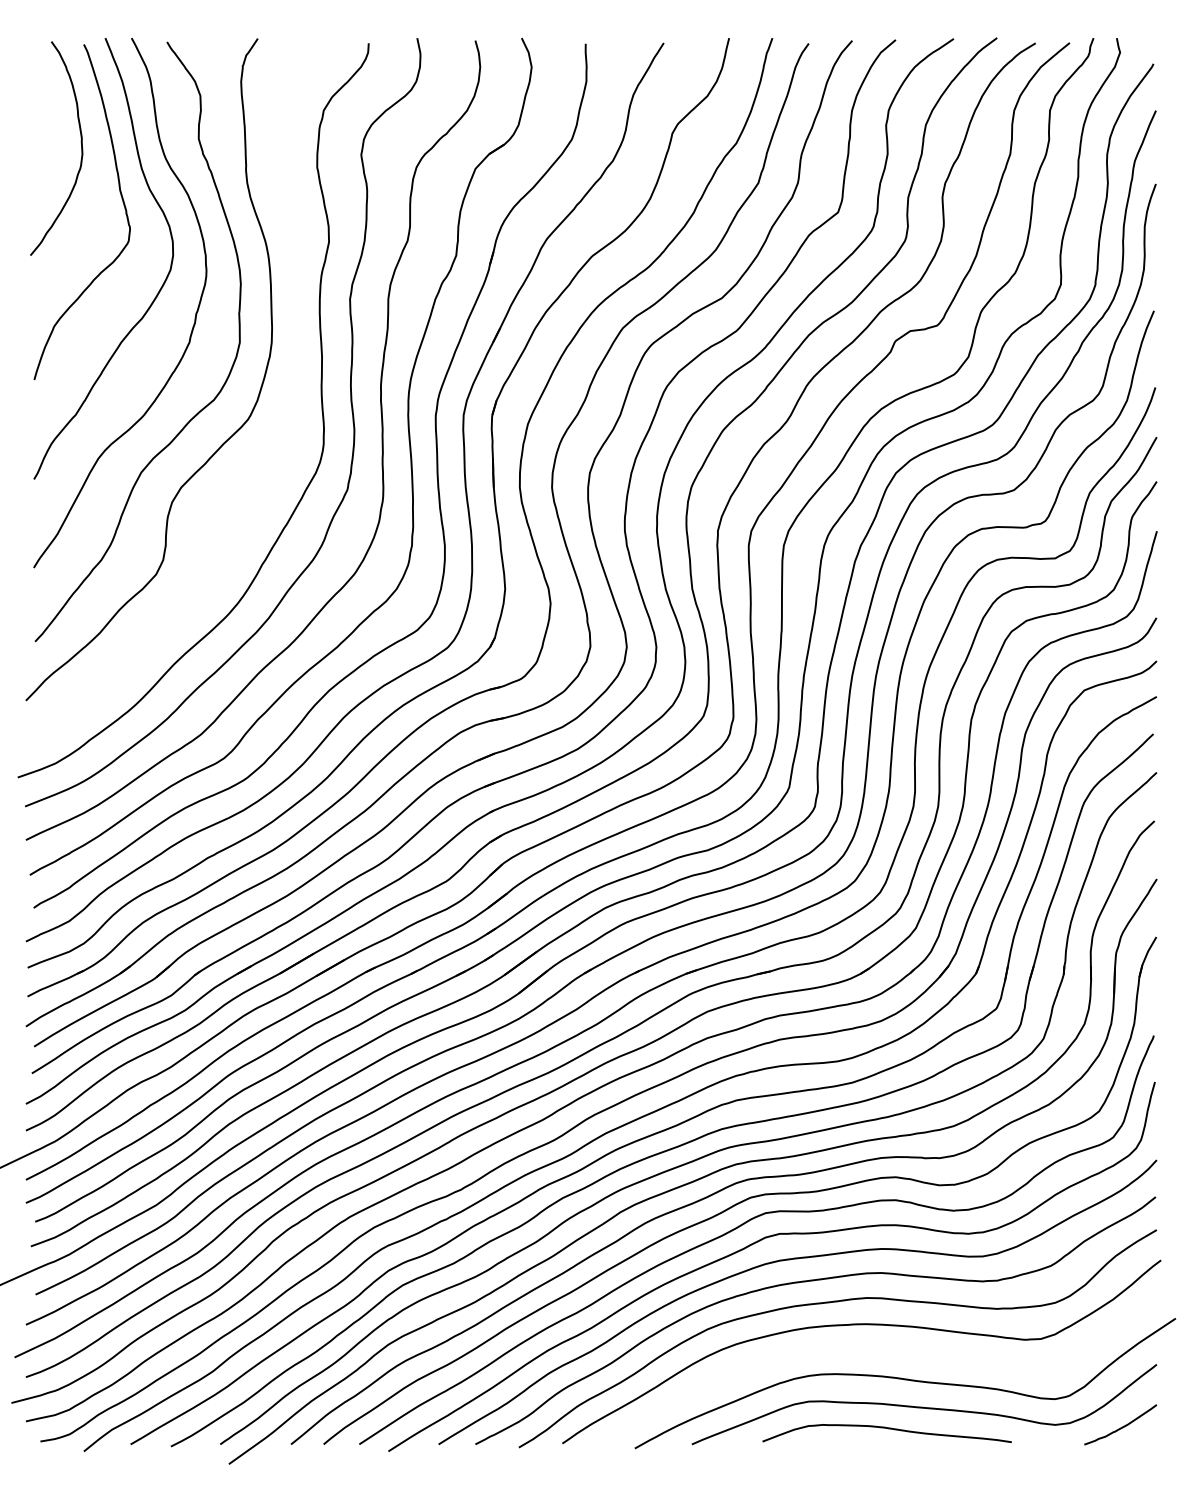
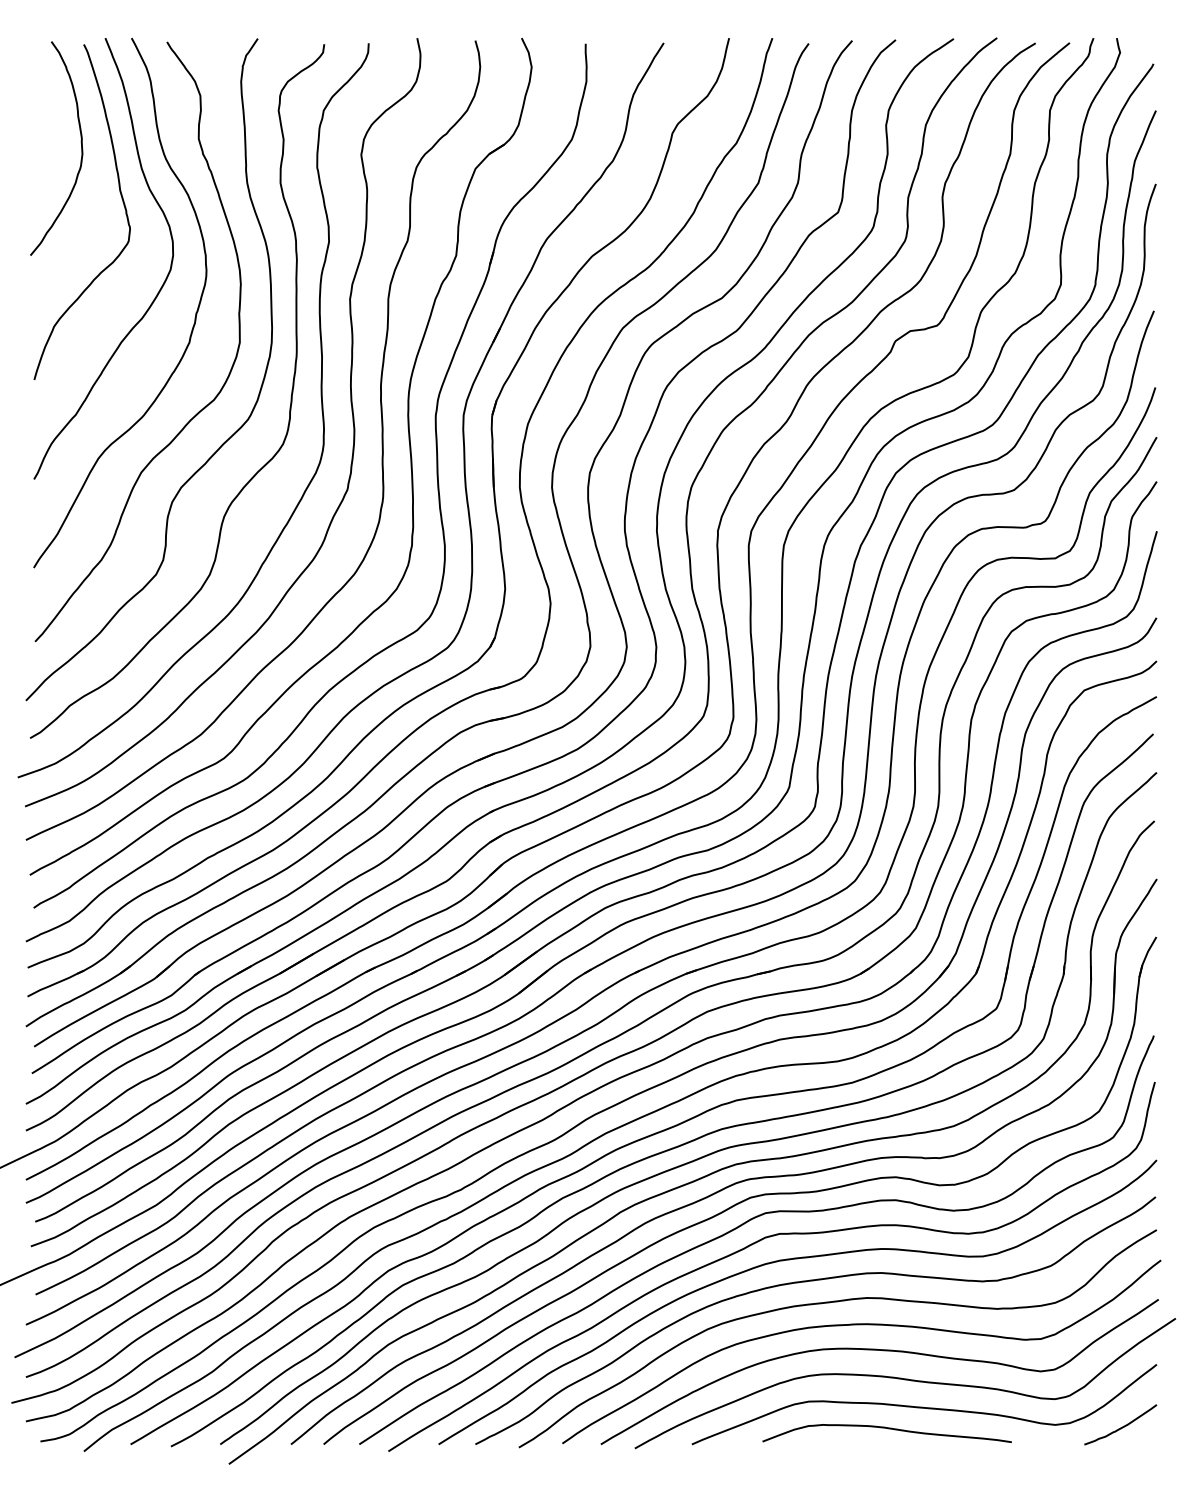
curve at (289, 406): none -> present
curve at (883, 1351): none -> present
